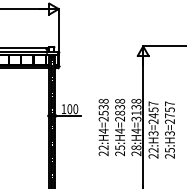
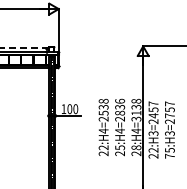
line at (23, 47): solid -> dashed
text at (119, 100): 25:H4=2838 -> 25:H4=2836
text at (169, 155): 25:H3=2757 -> 75:H3=2757
